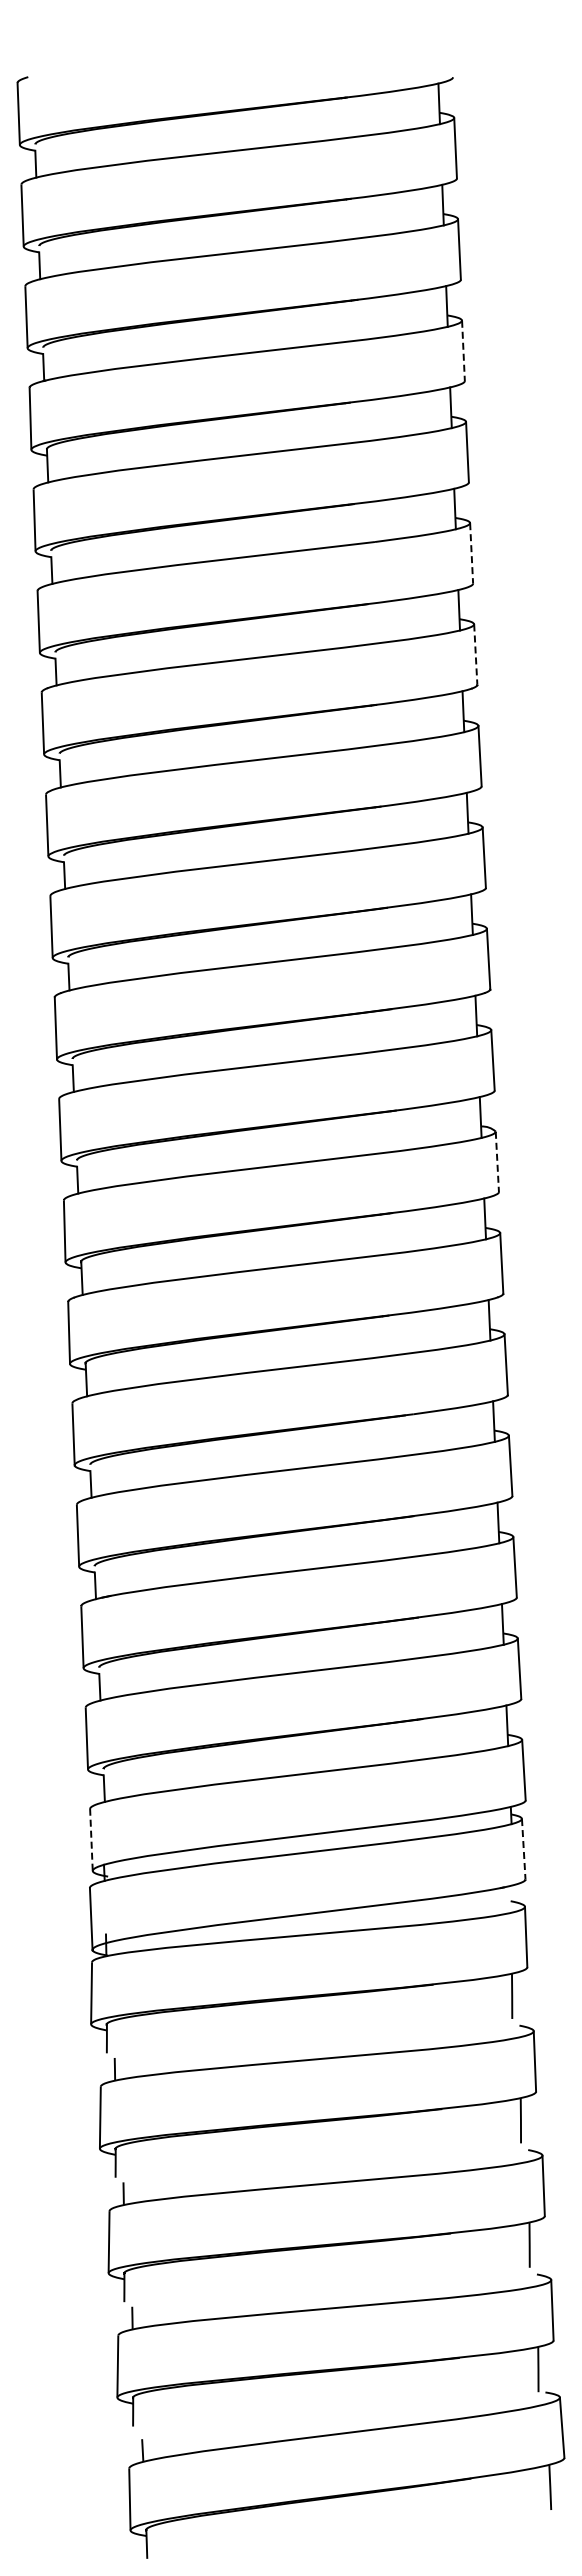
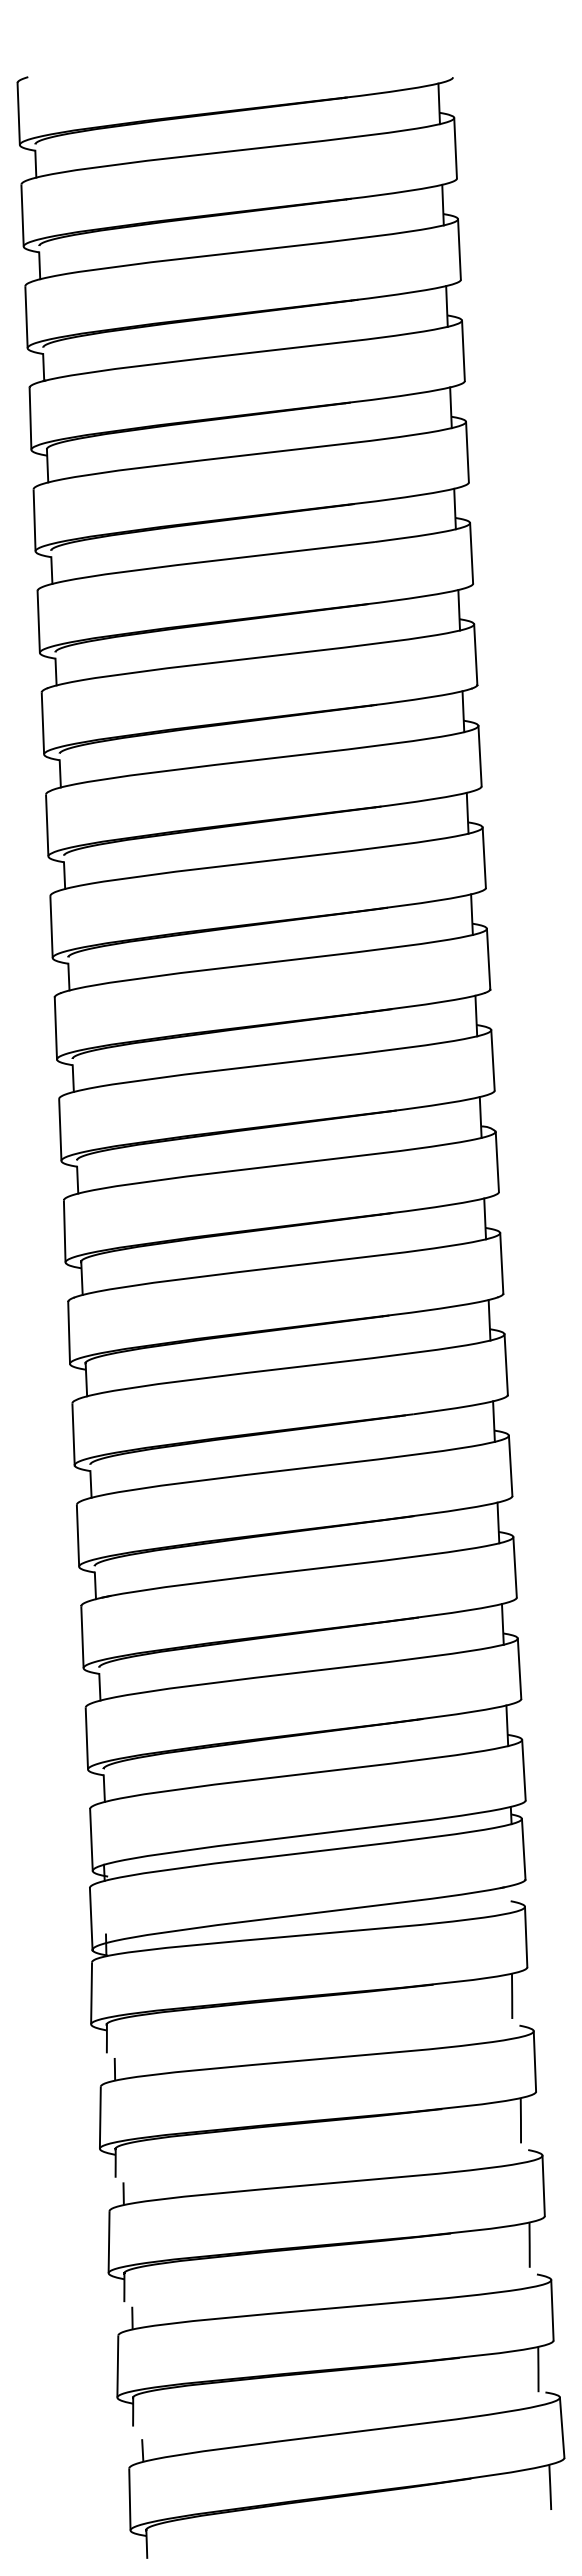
line at (463, 351): dashed -> solid
line at (471, 553): dashed -> solid
line at (475, 655): dashed -> solid
line at (497, 1162): dashed -> solid
line at (91, 1839): dashed -> solid
line at (523, 1849): dashed -> solid
